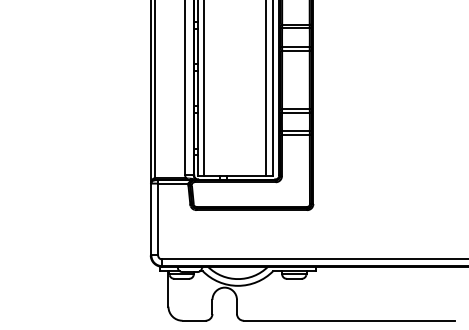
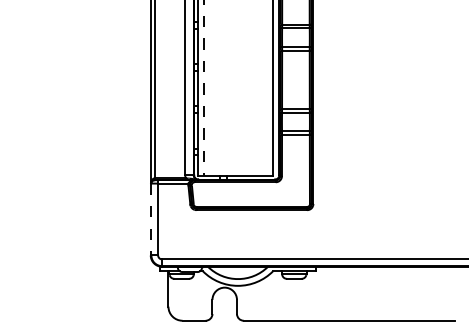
line at (204, 88): solid -> dashed
line at (266, 89): present -> none
line at (151, 219): solid -> dashed
